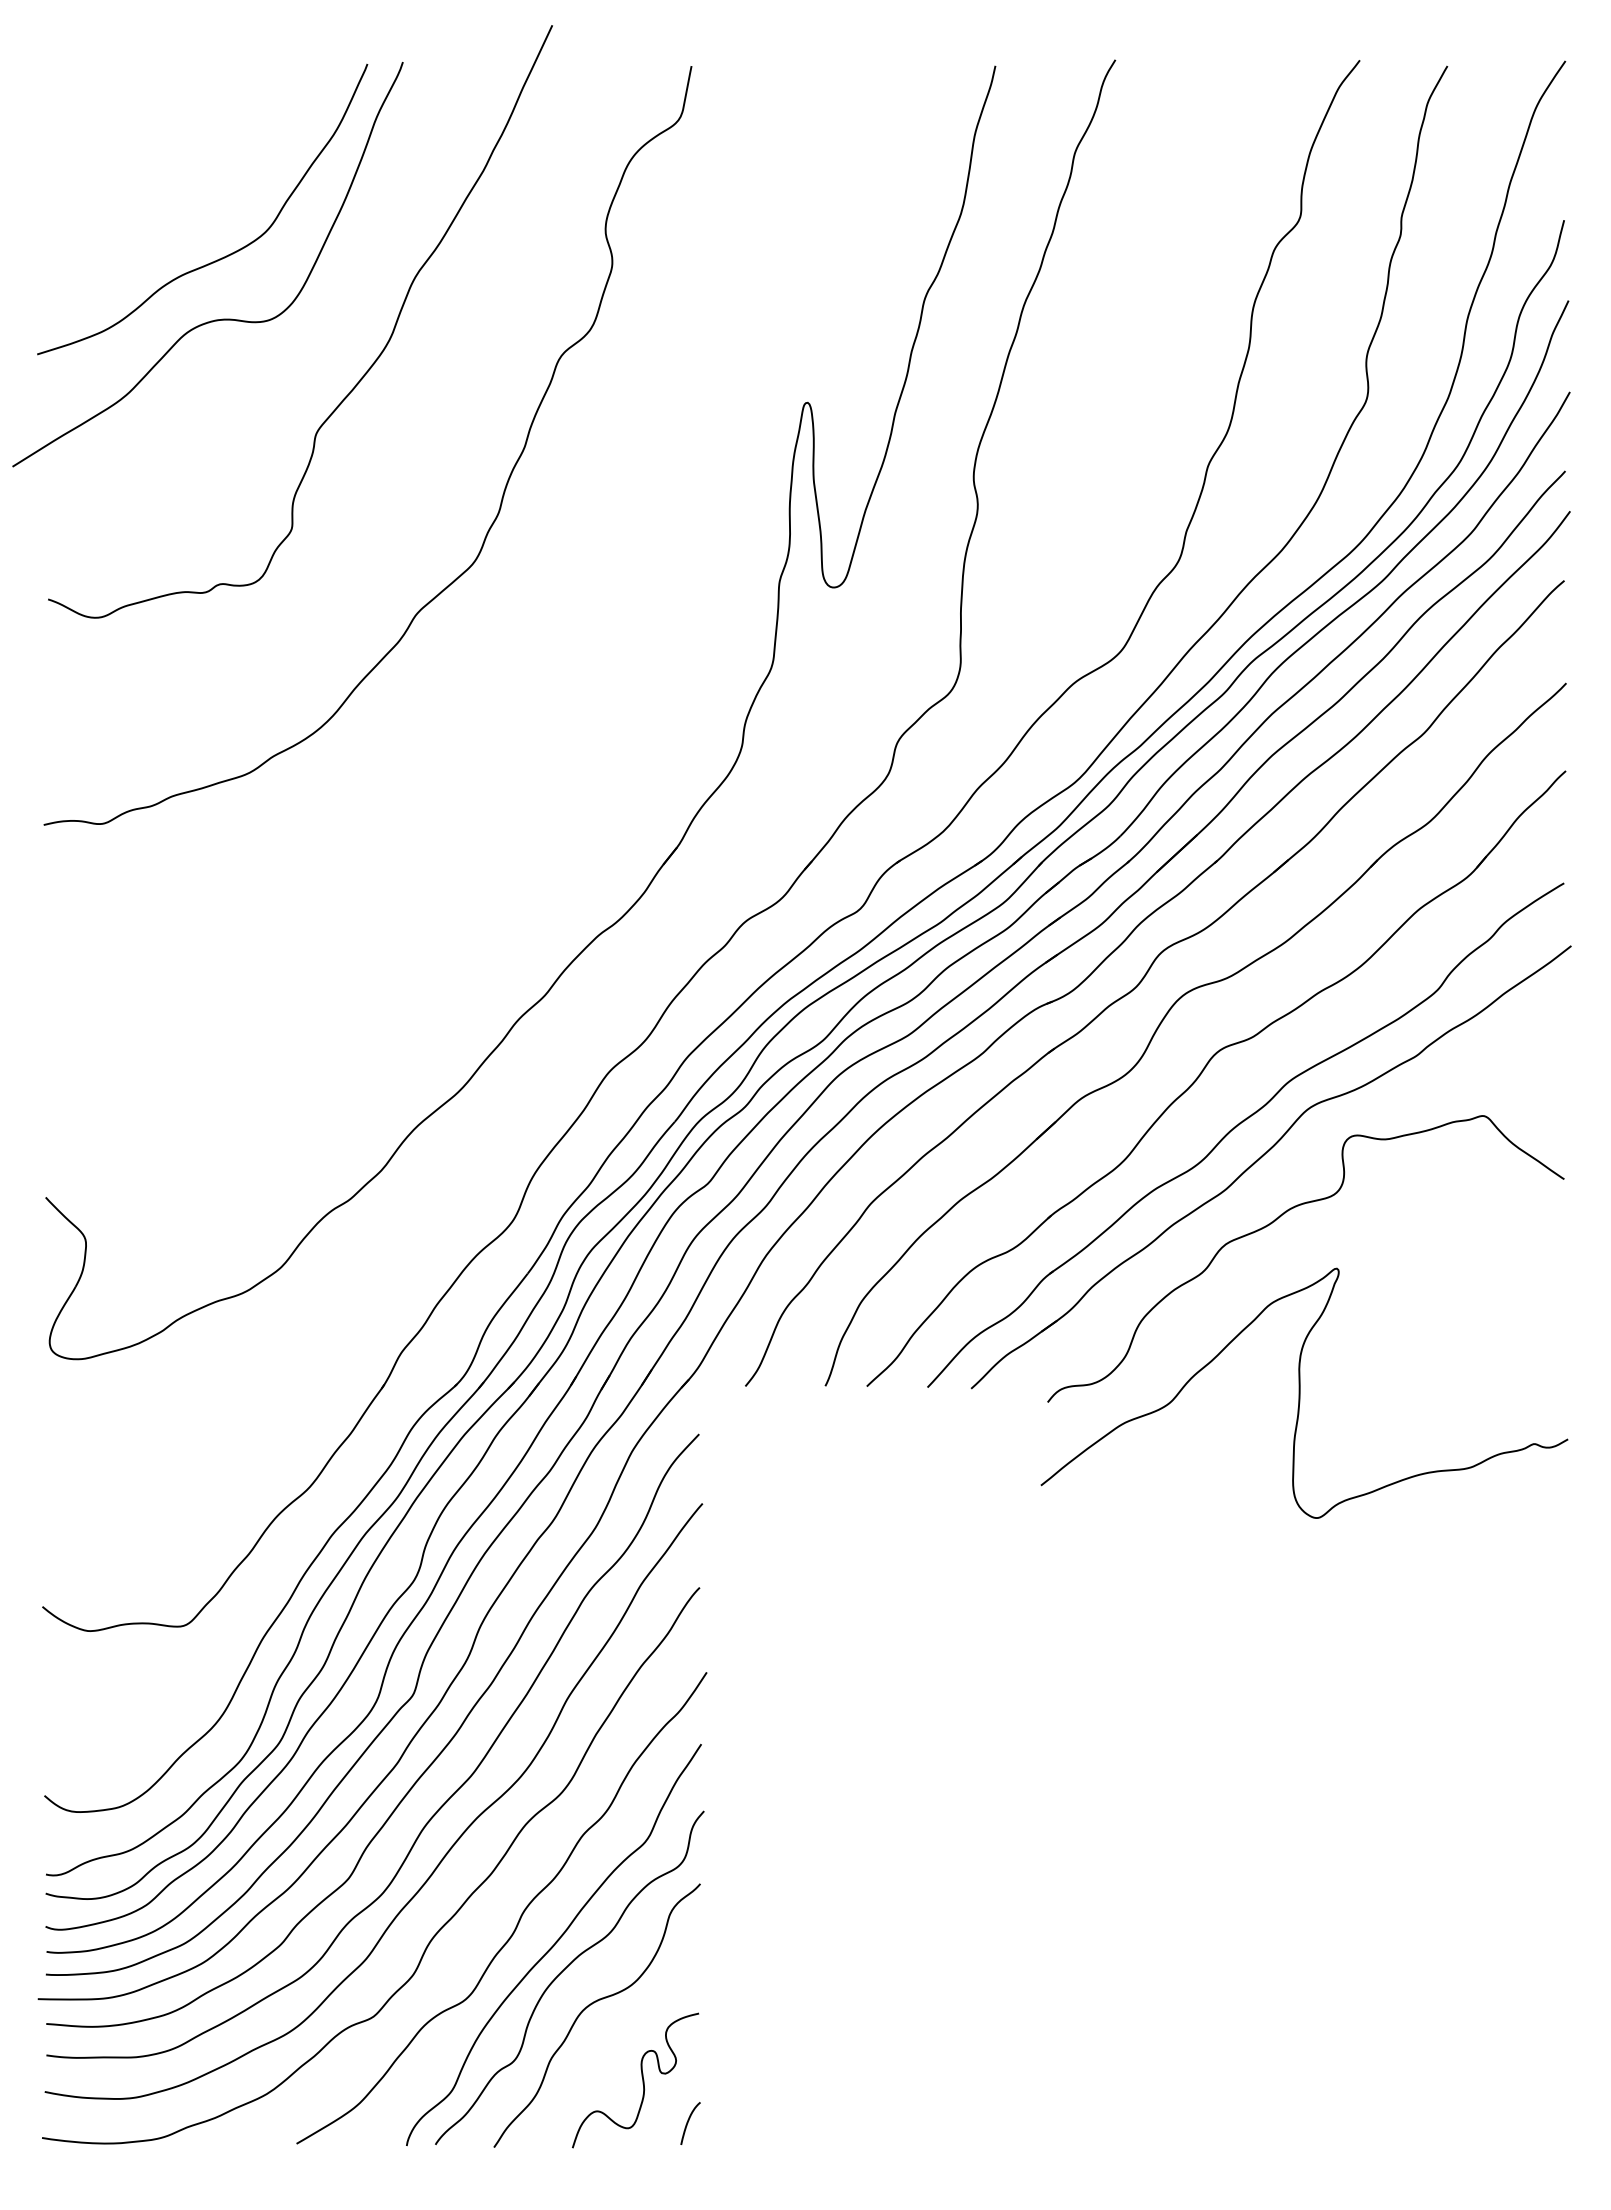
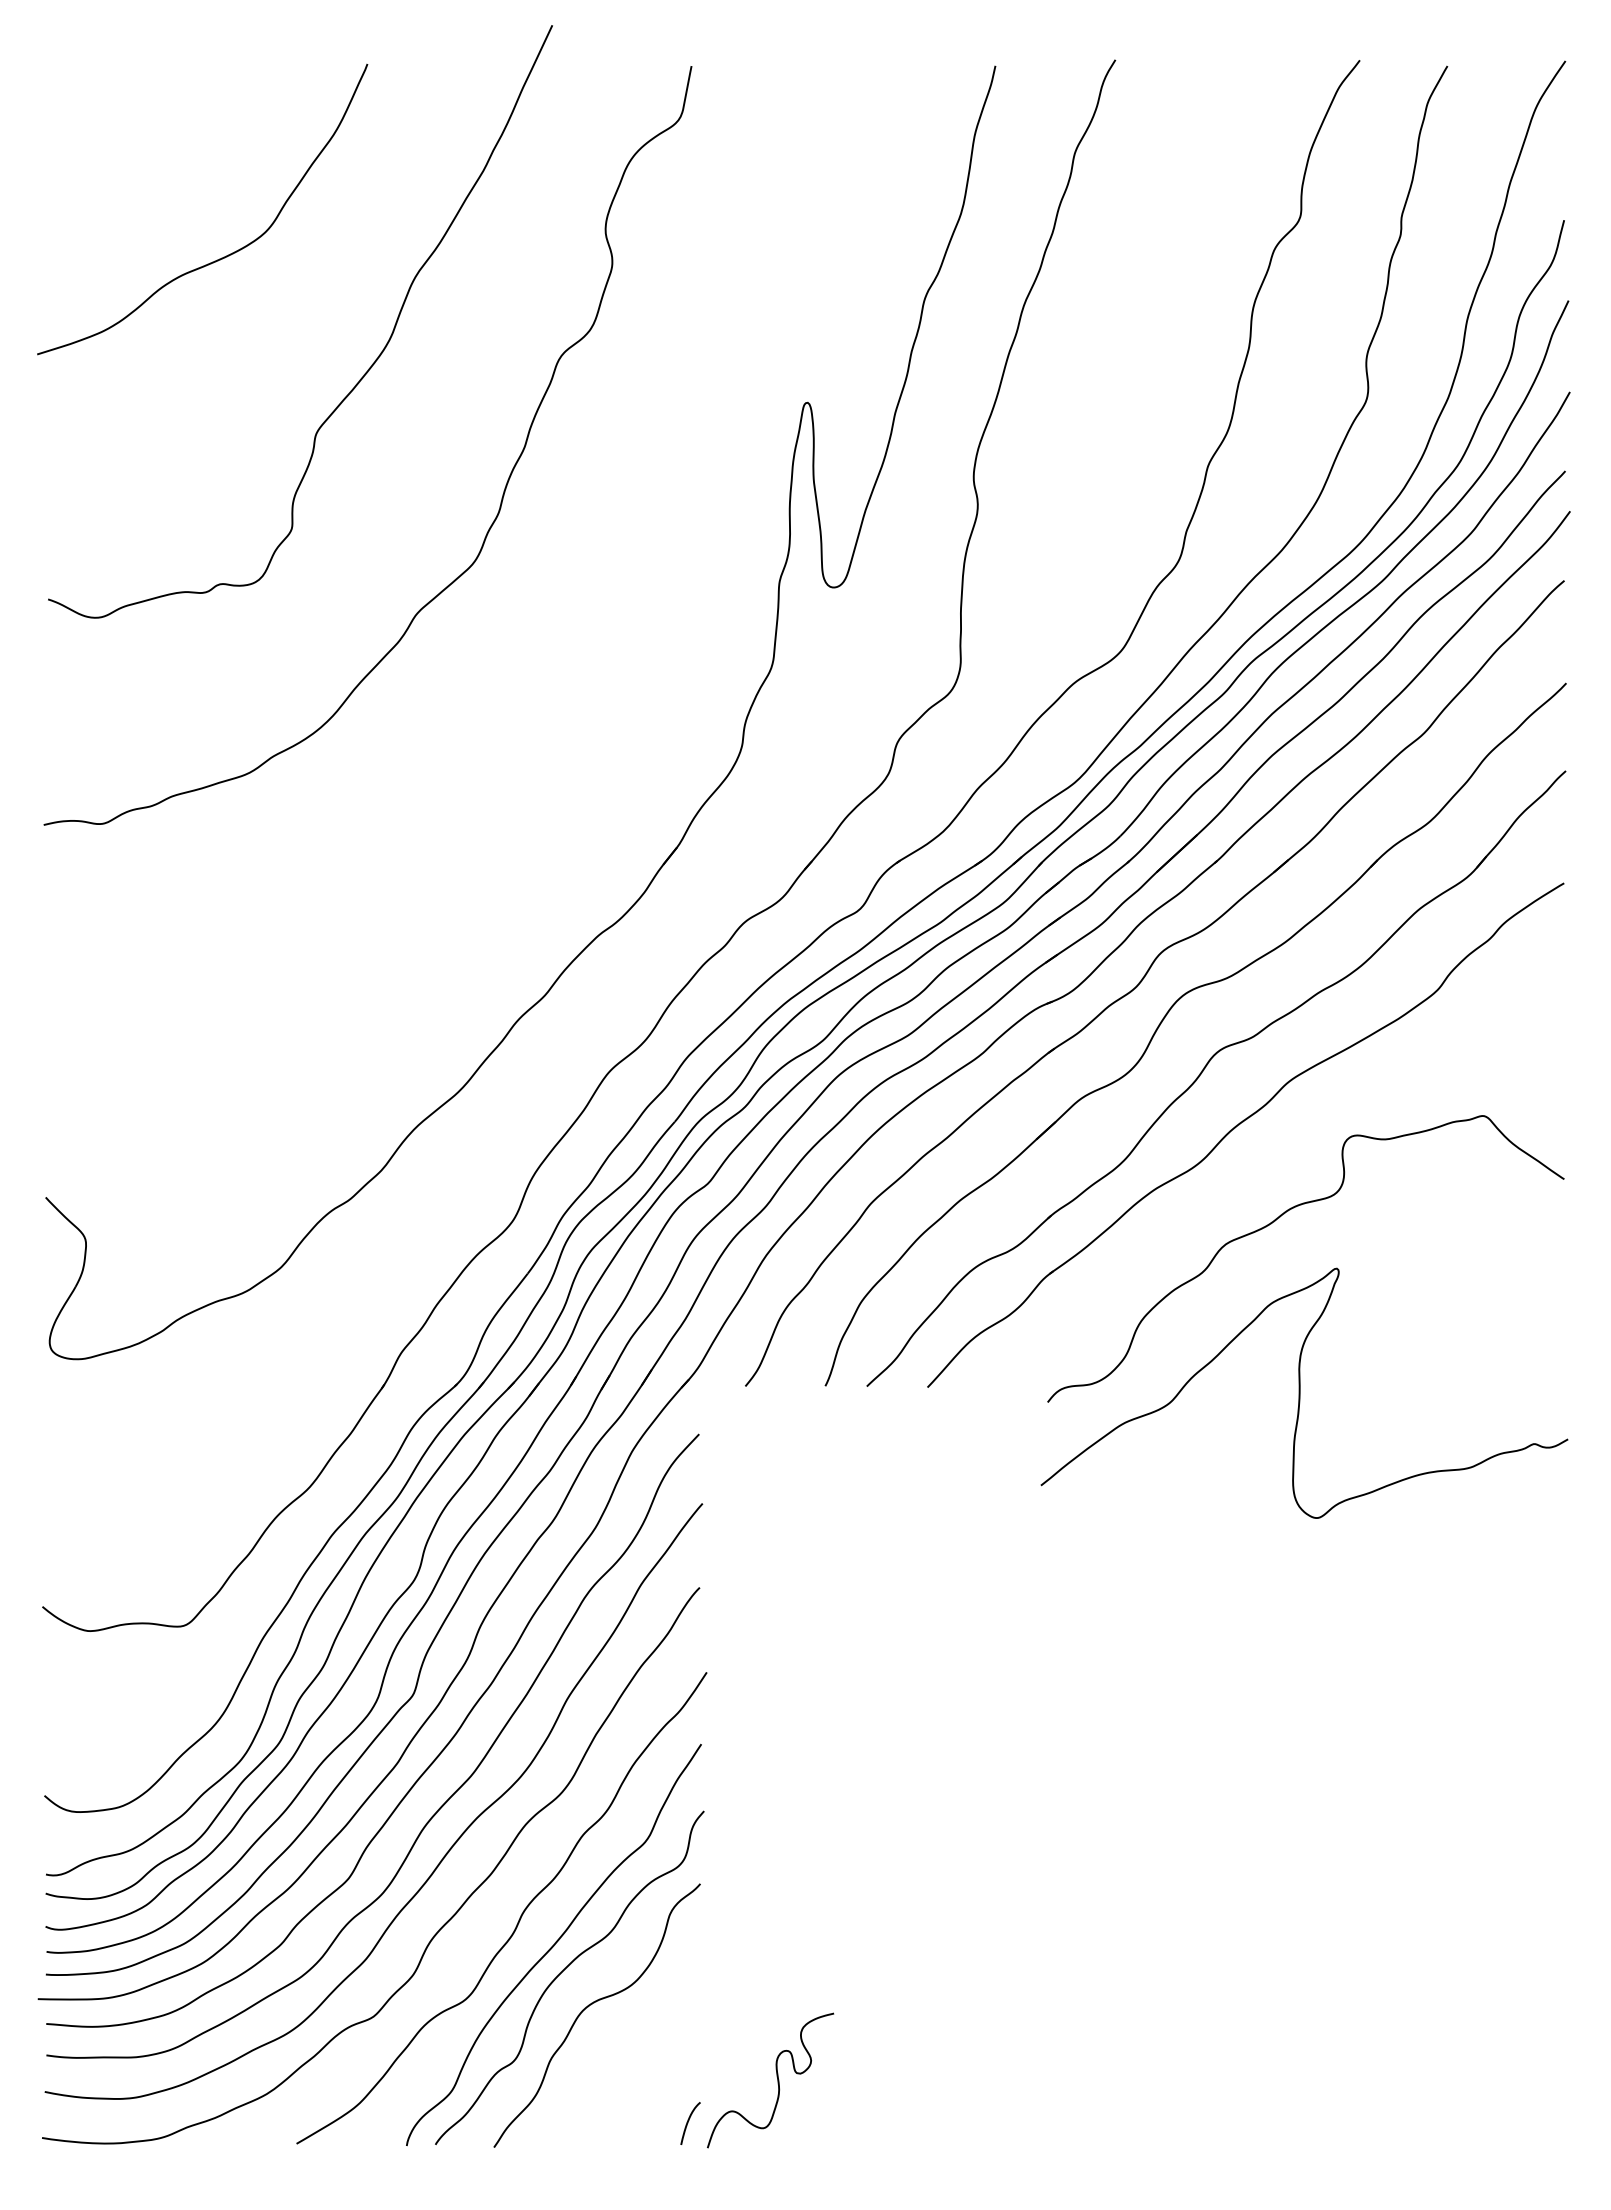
curve at (215, 319): present -> none
part at (1261, 1158): present -> none
curve at (642, 2080) position: (642, 2080) -> (777, 2080)
